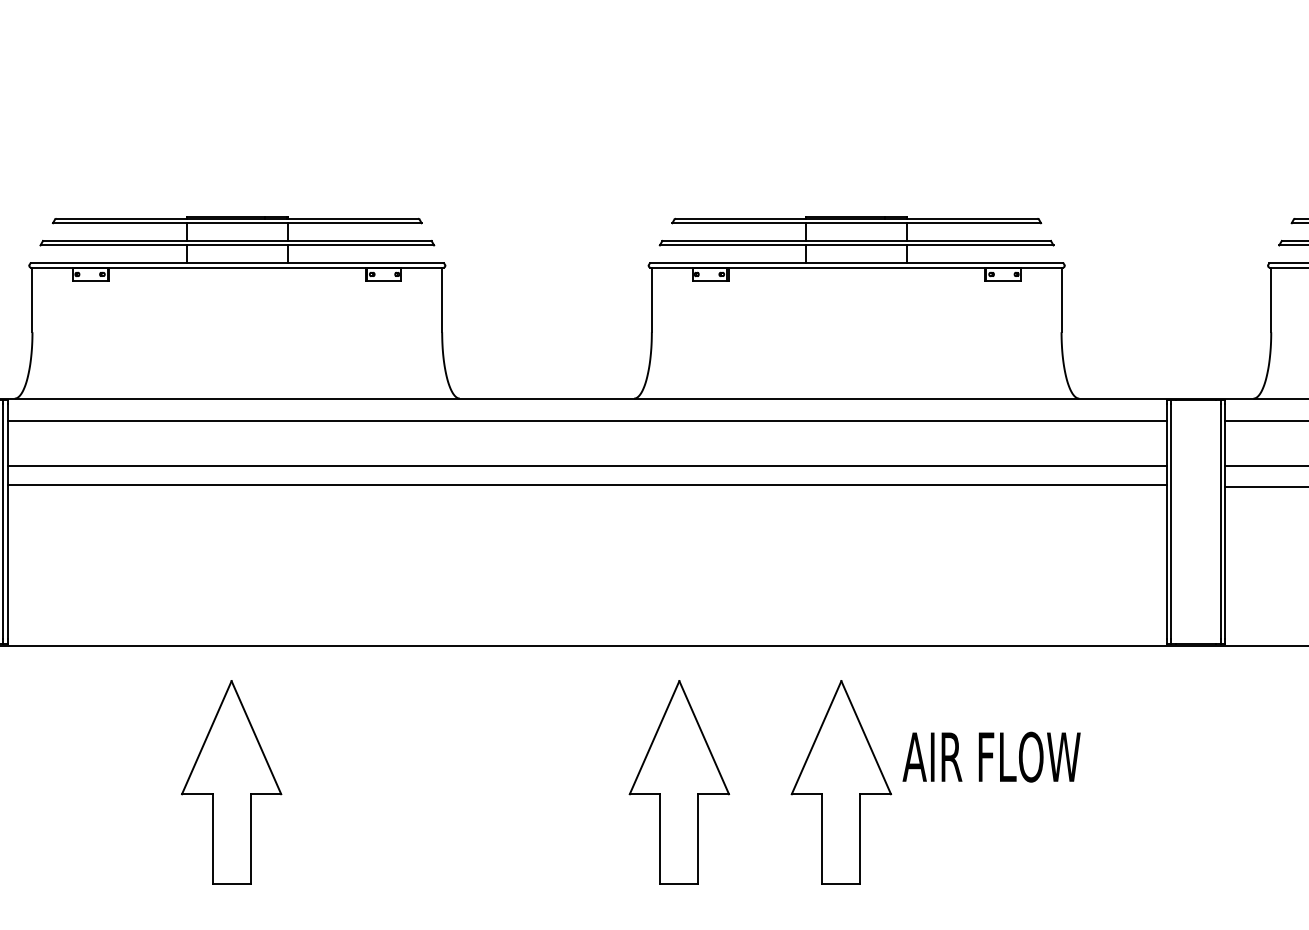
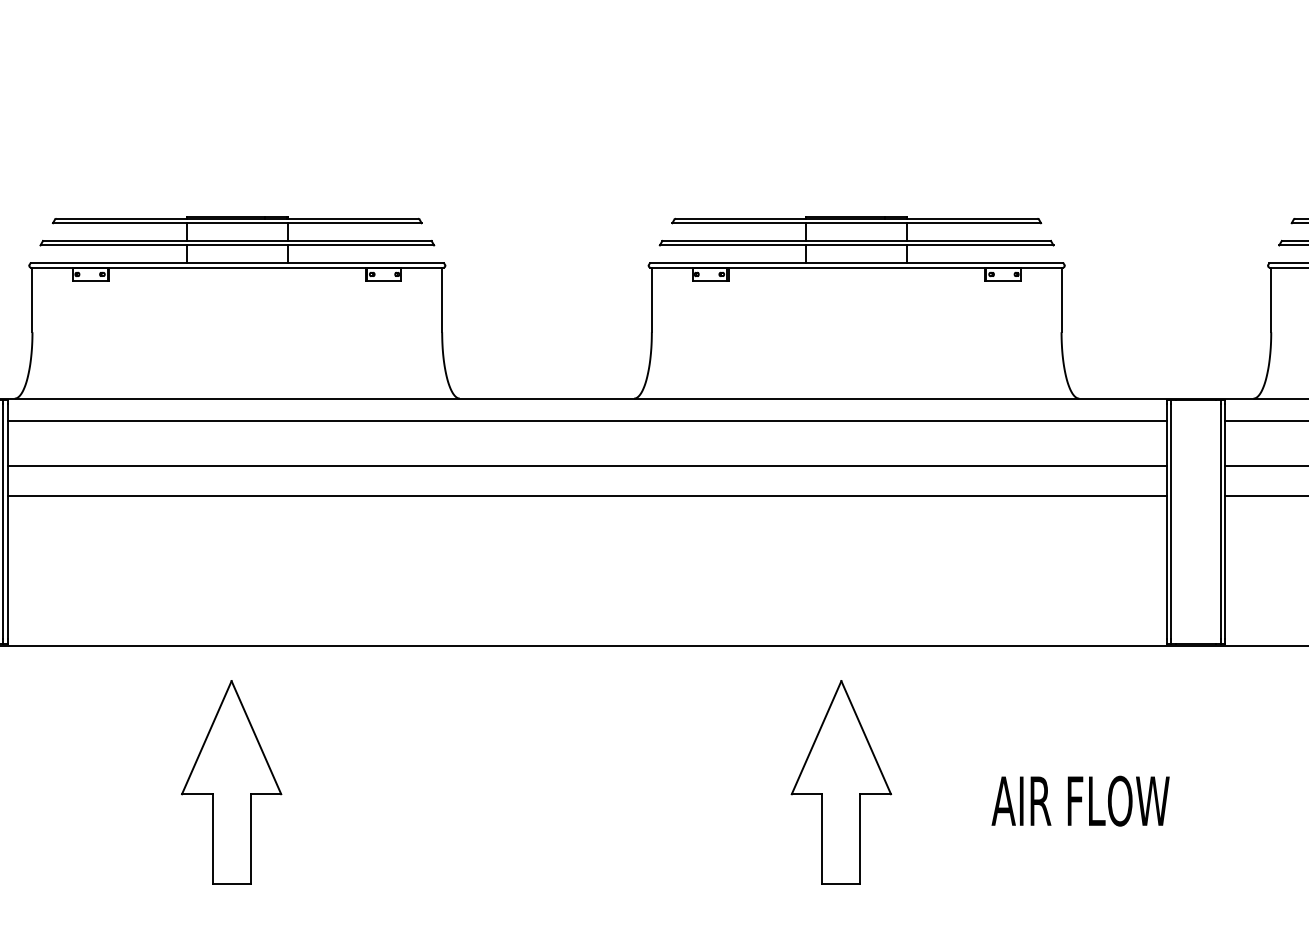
line at (587, 484) position: (587, 484) -> (587, 495)
line at (1265, 486) position: (1265, 486) -> (1265, 495)
text at (991, 756) position: (991, 756) -> (1080, 800)
part at (678, 782): present -> none
